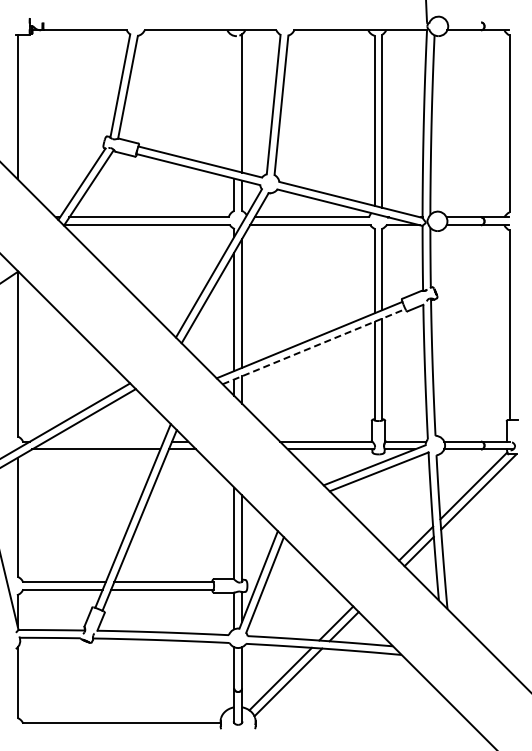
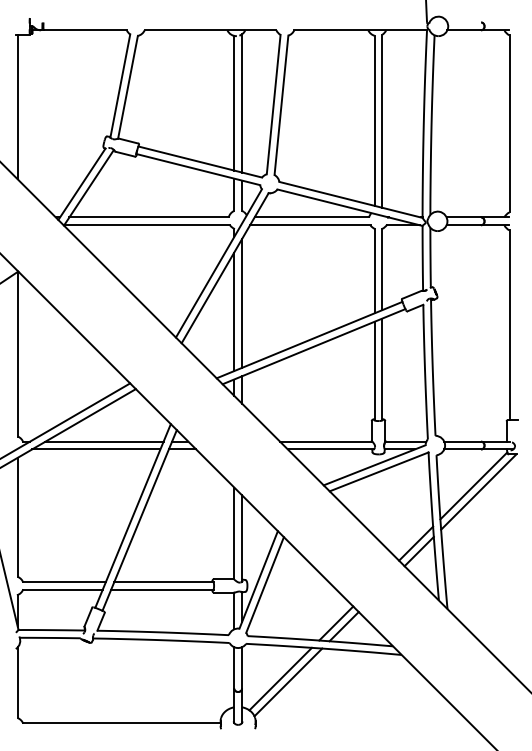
line at (234, 102): none -> present
line at (314, 346): dashed -> solid
line at (104, 441): none -> present
